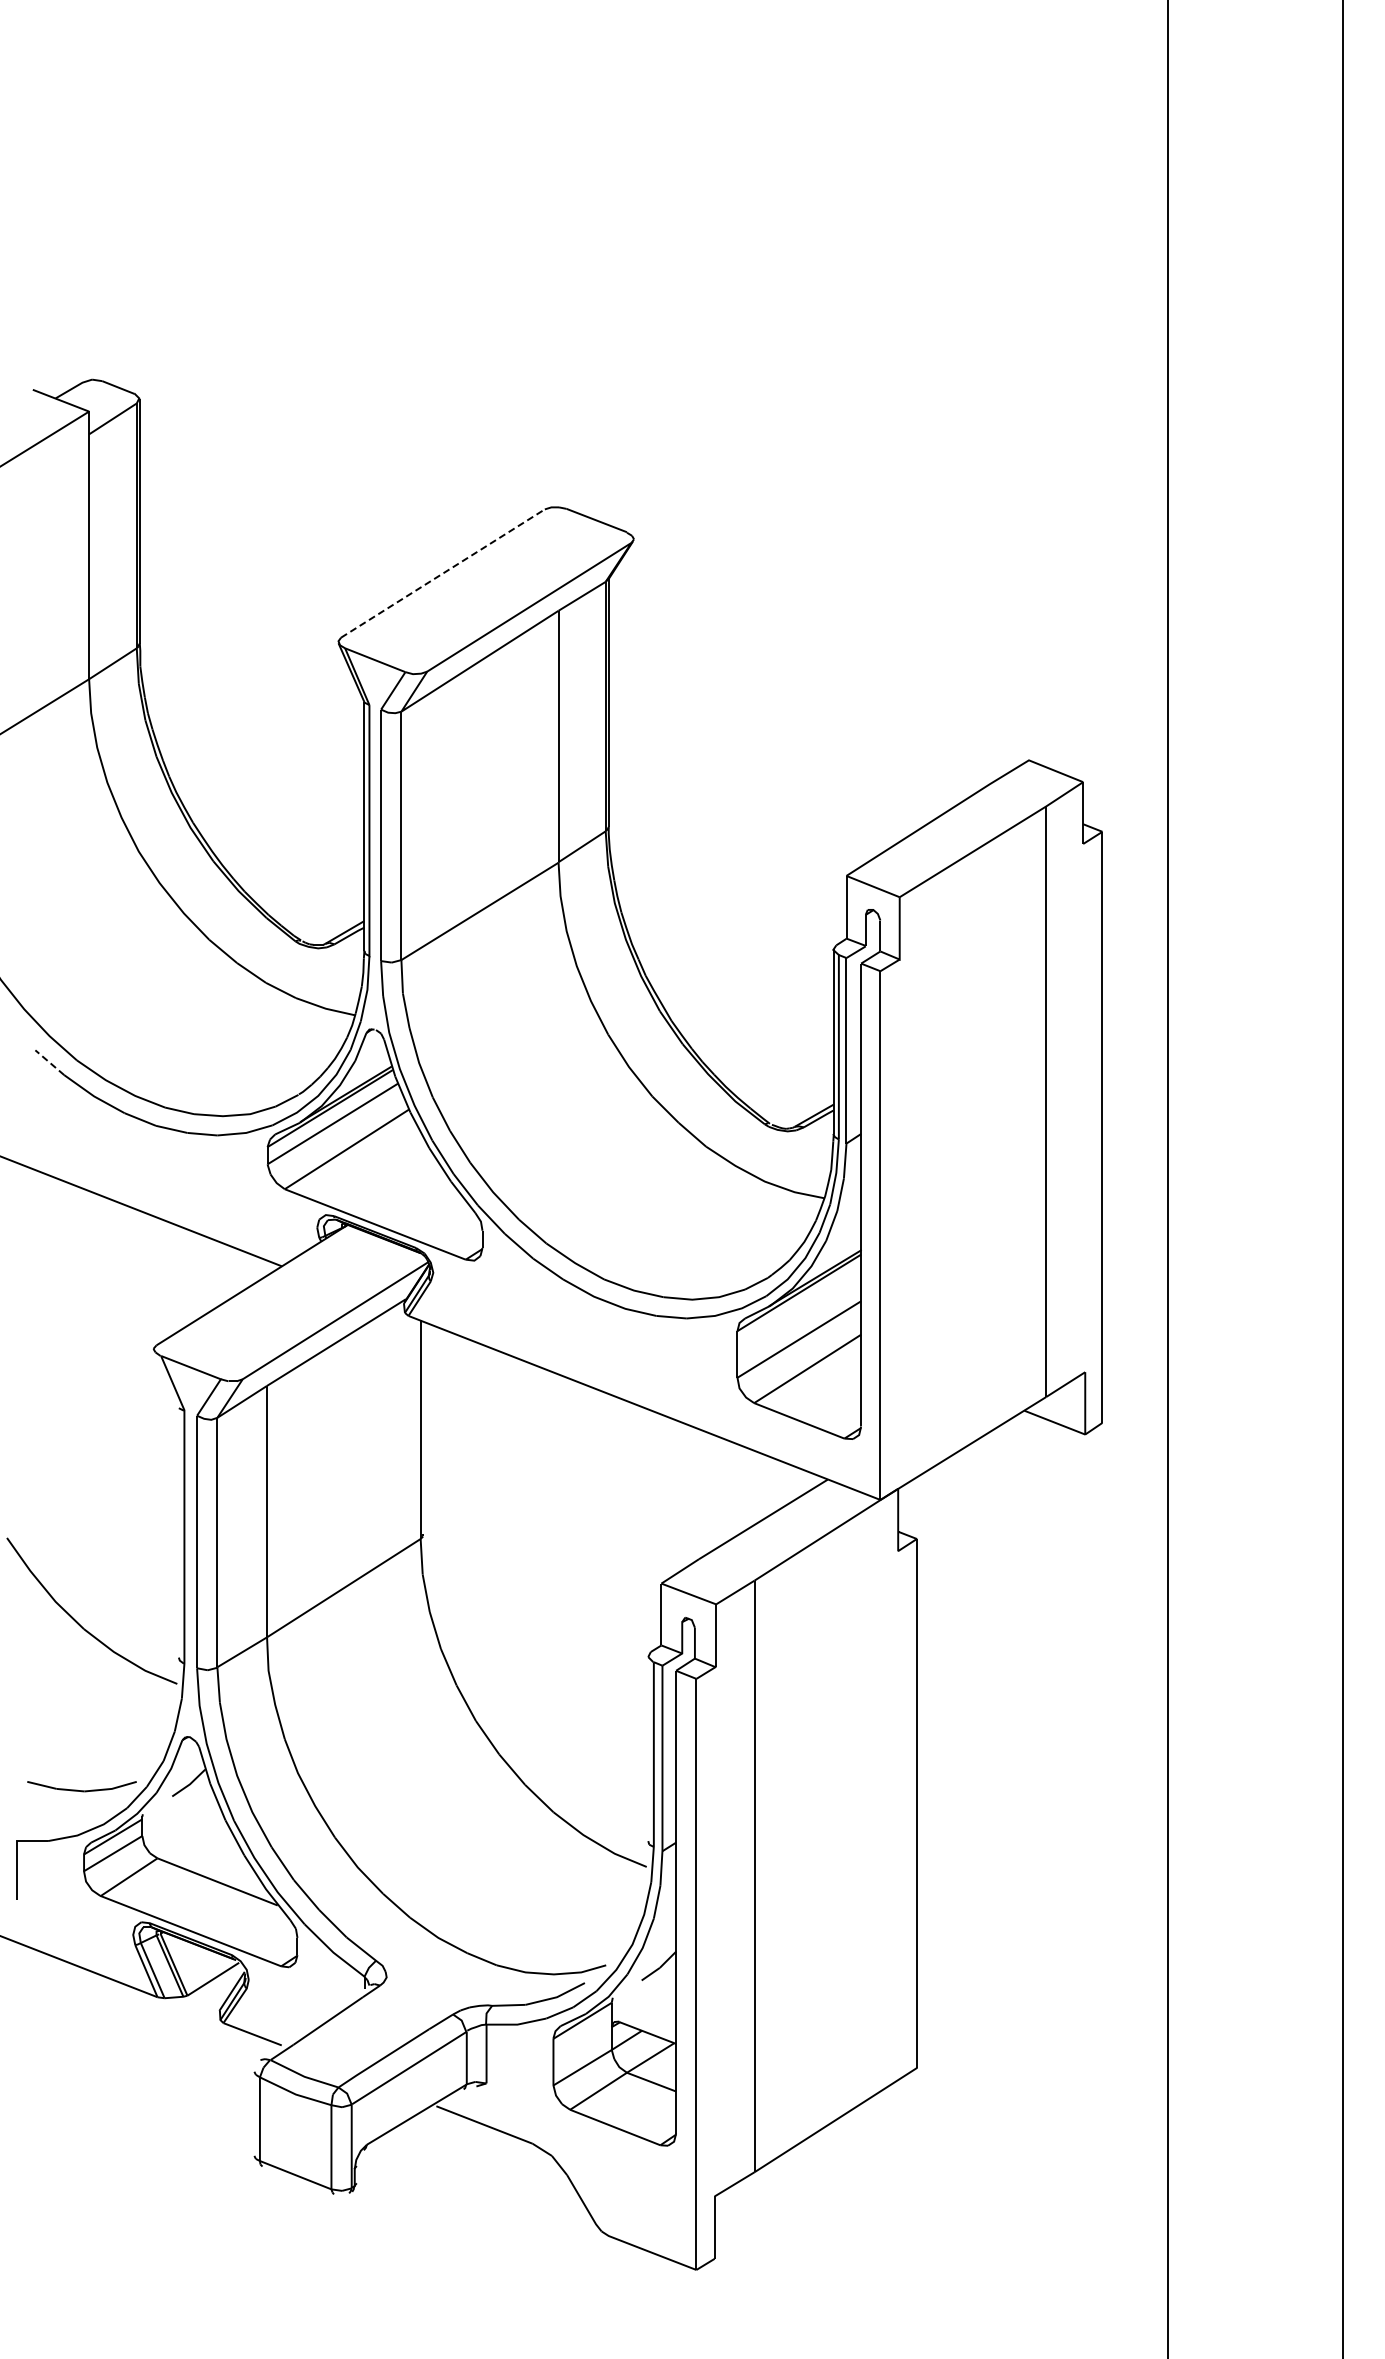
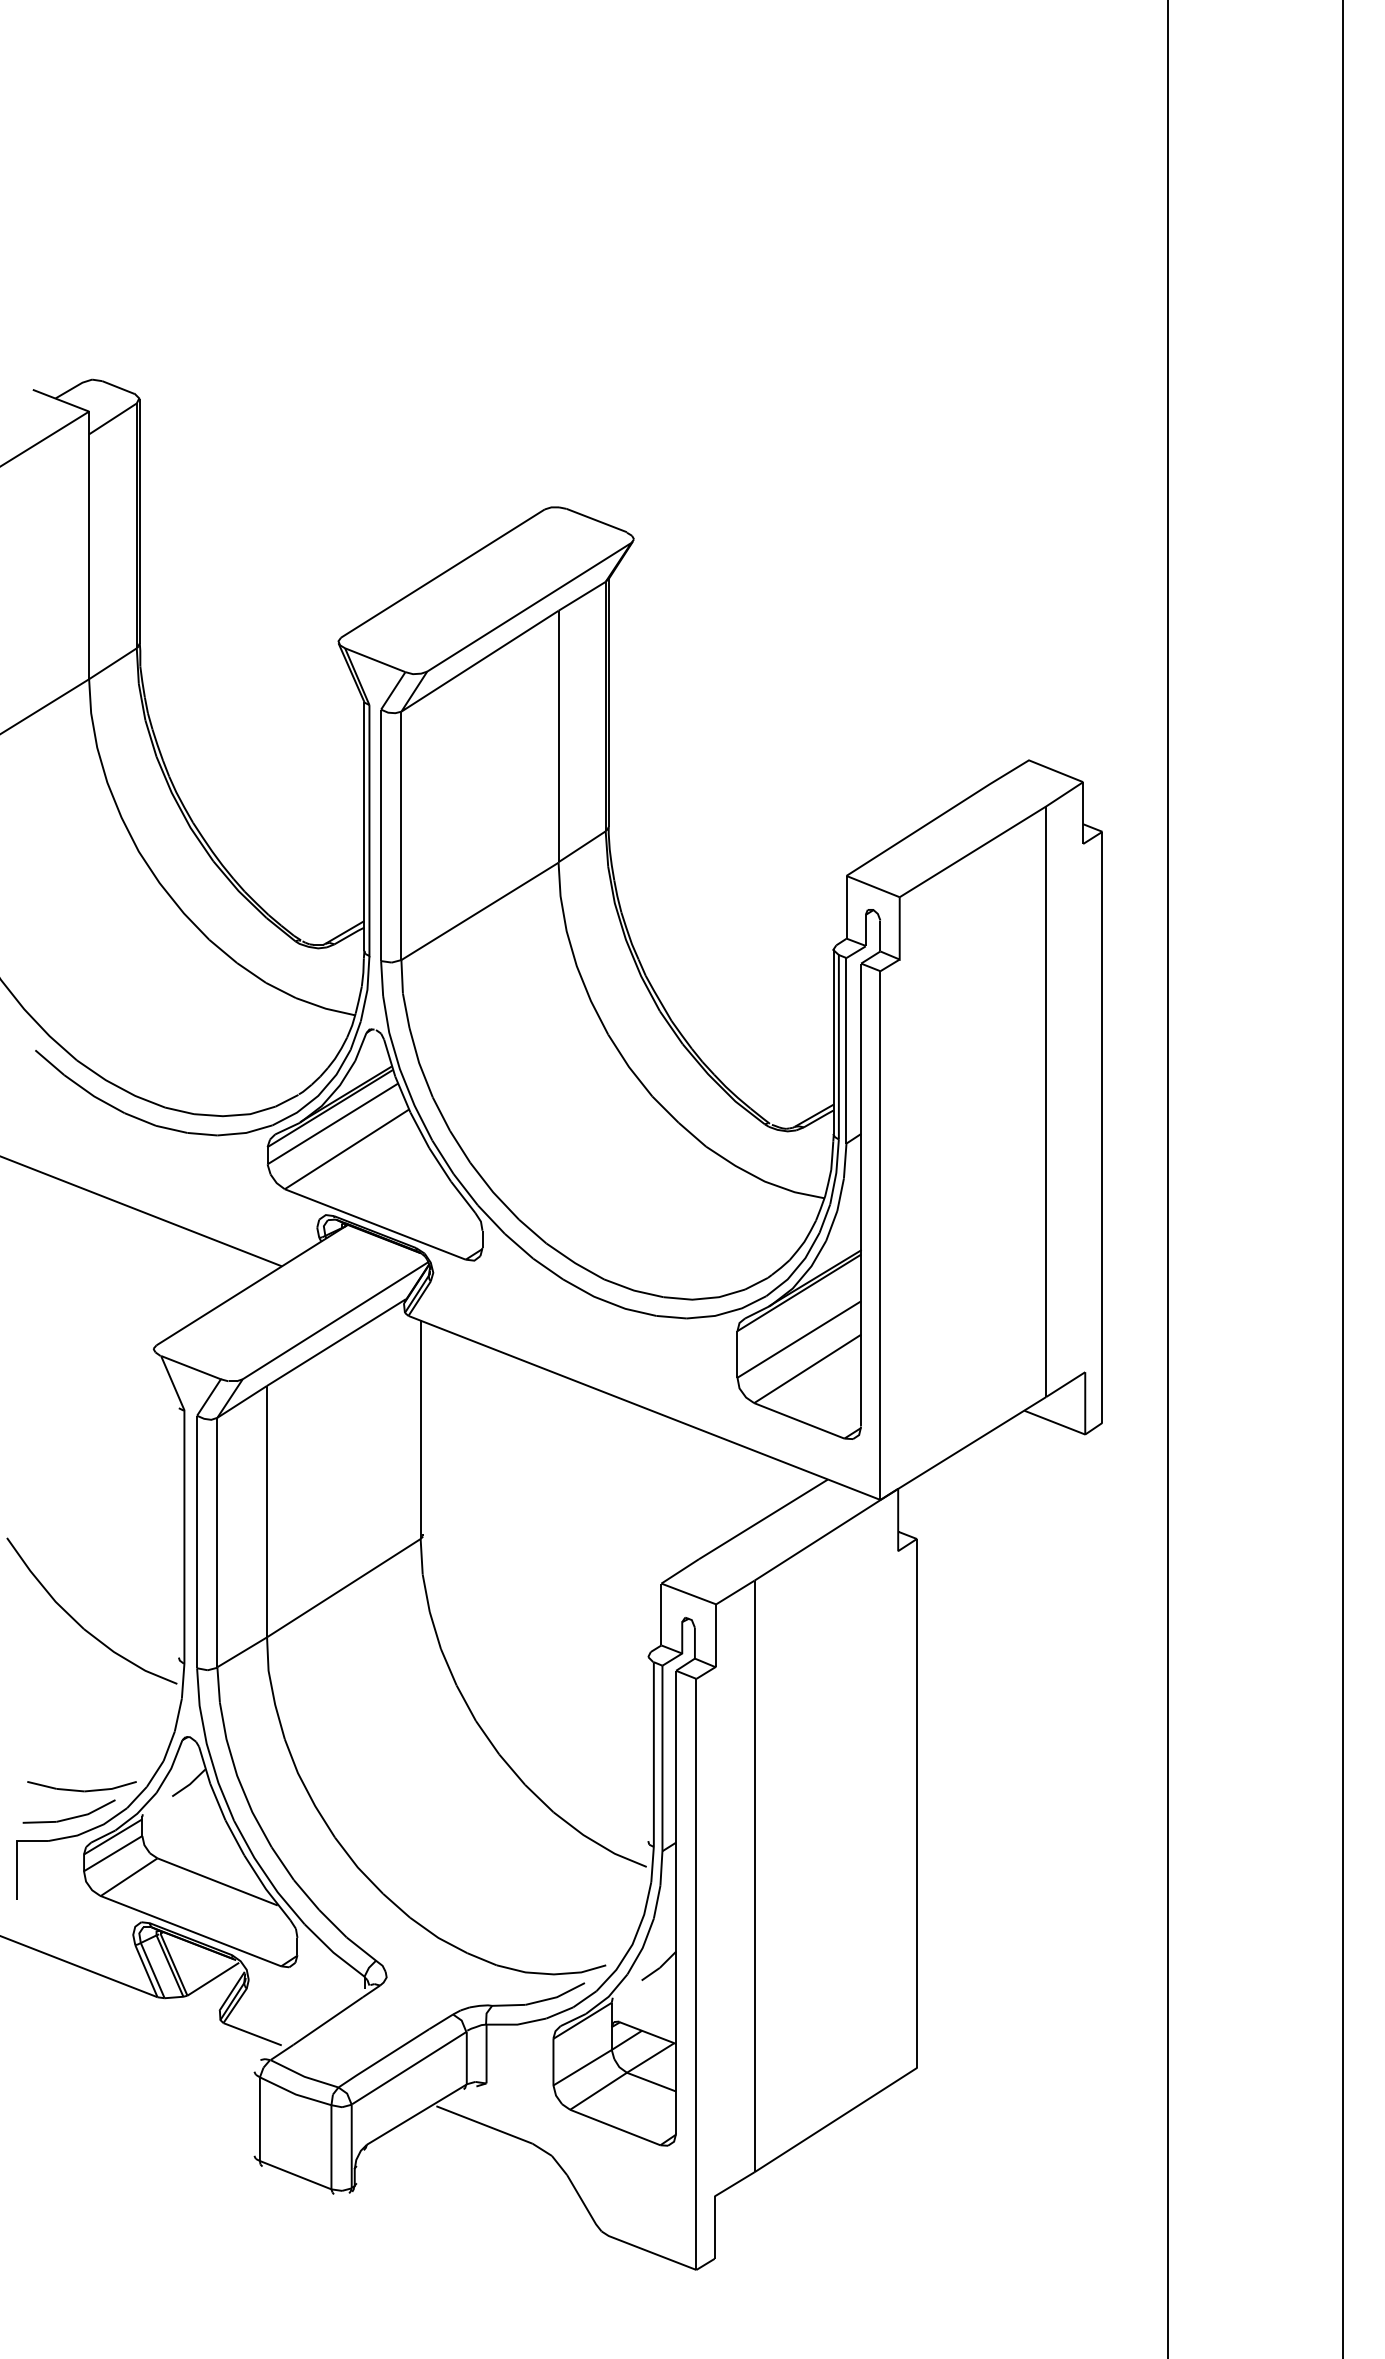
line at (443, 573): dashed -> solid
line at (49, 1062): dashed -> solid
part at (69, 1817): none -> present
